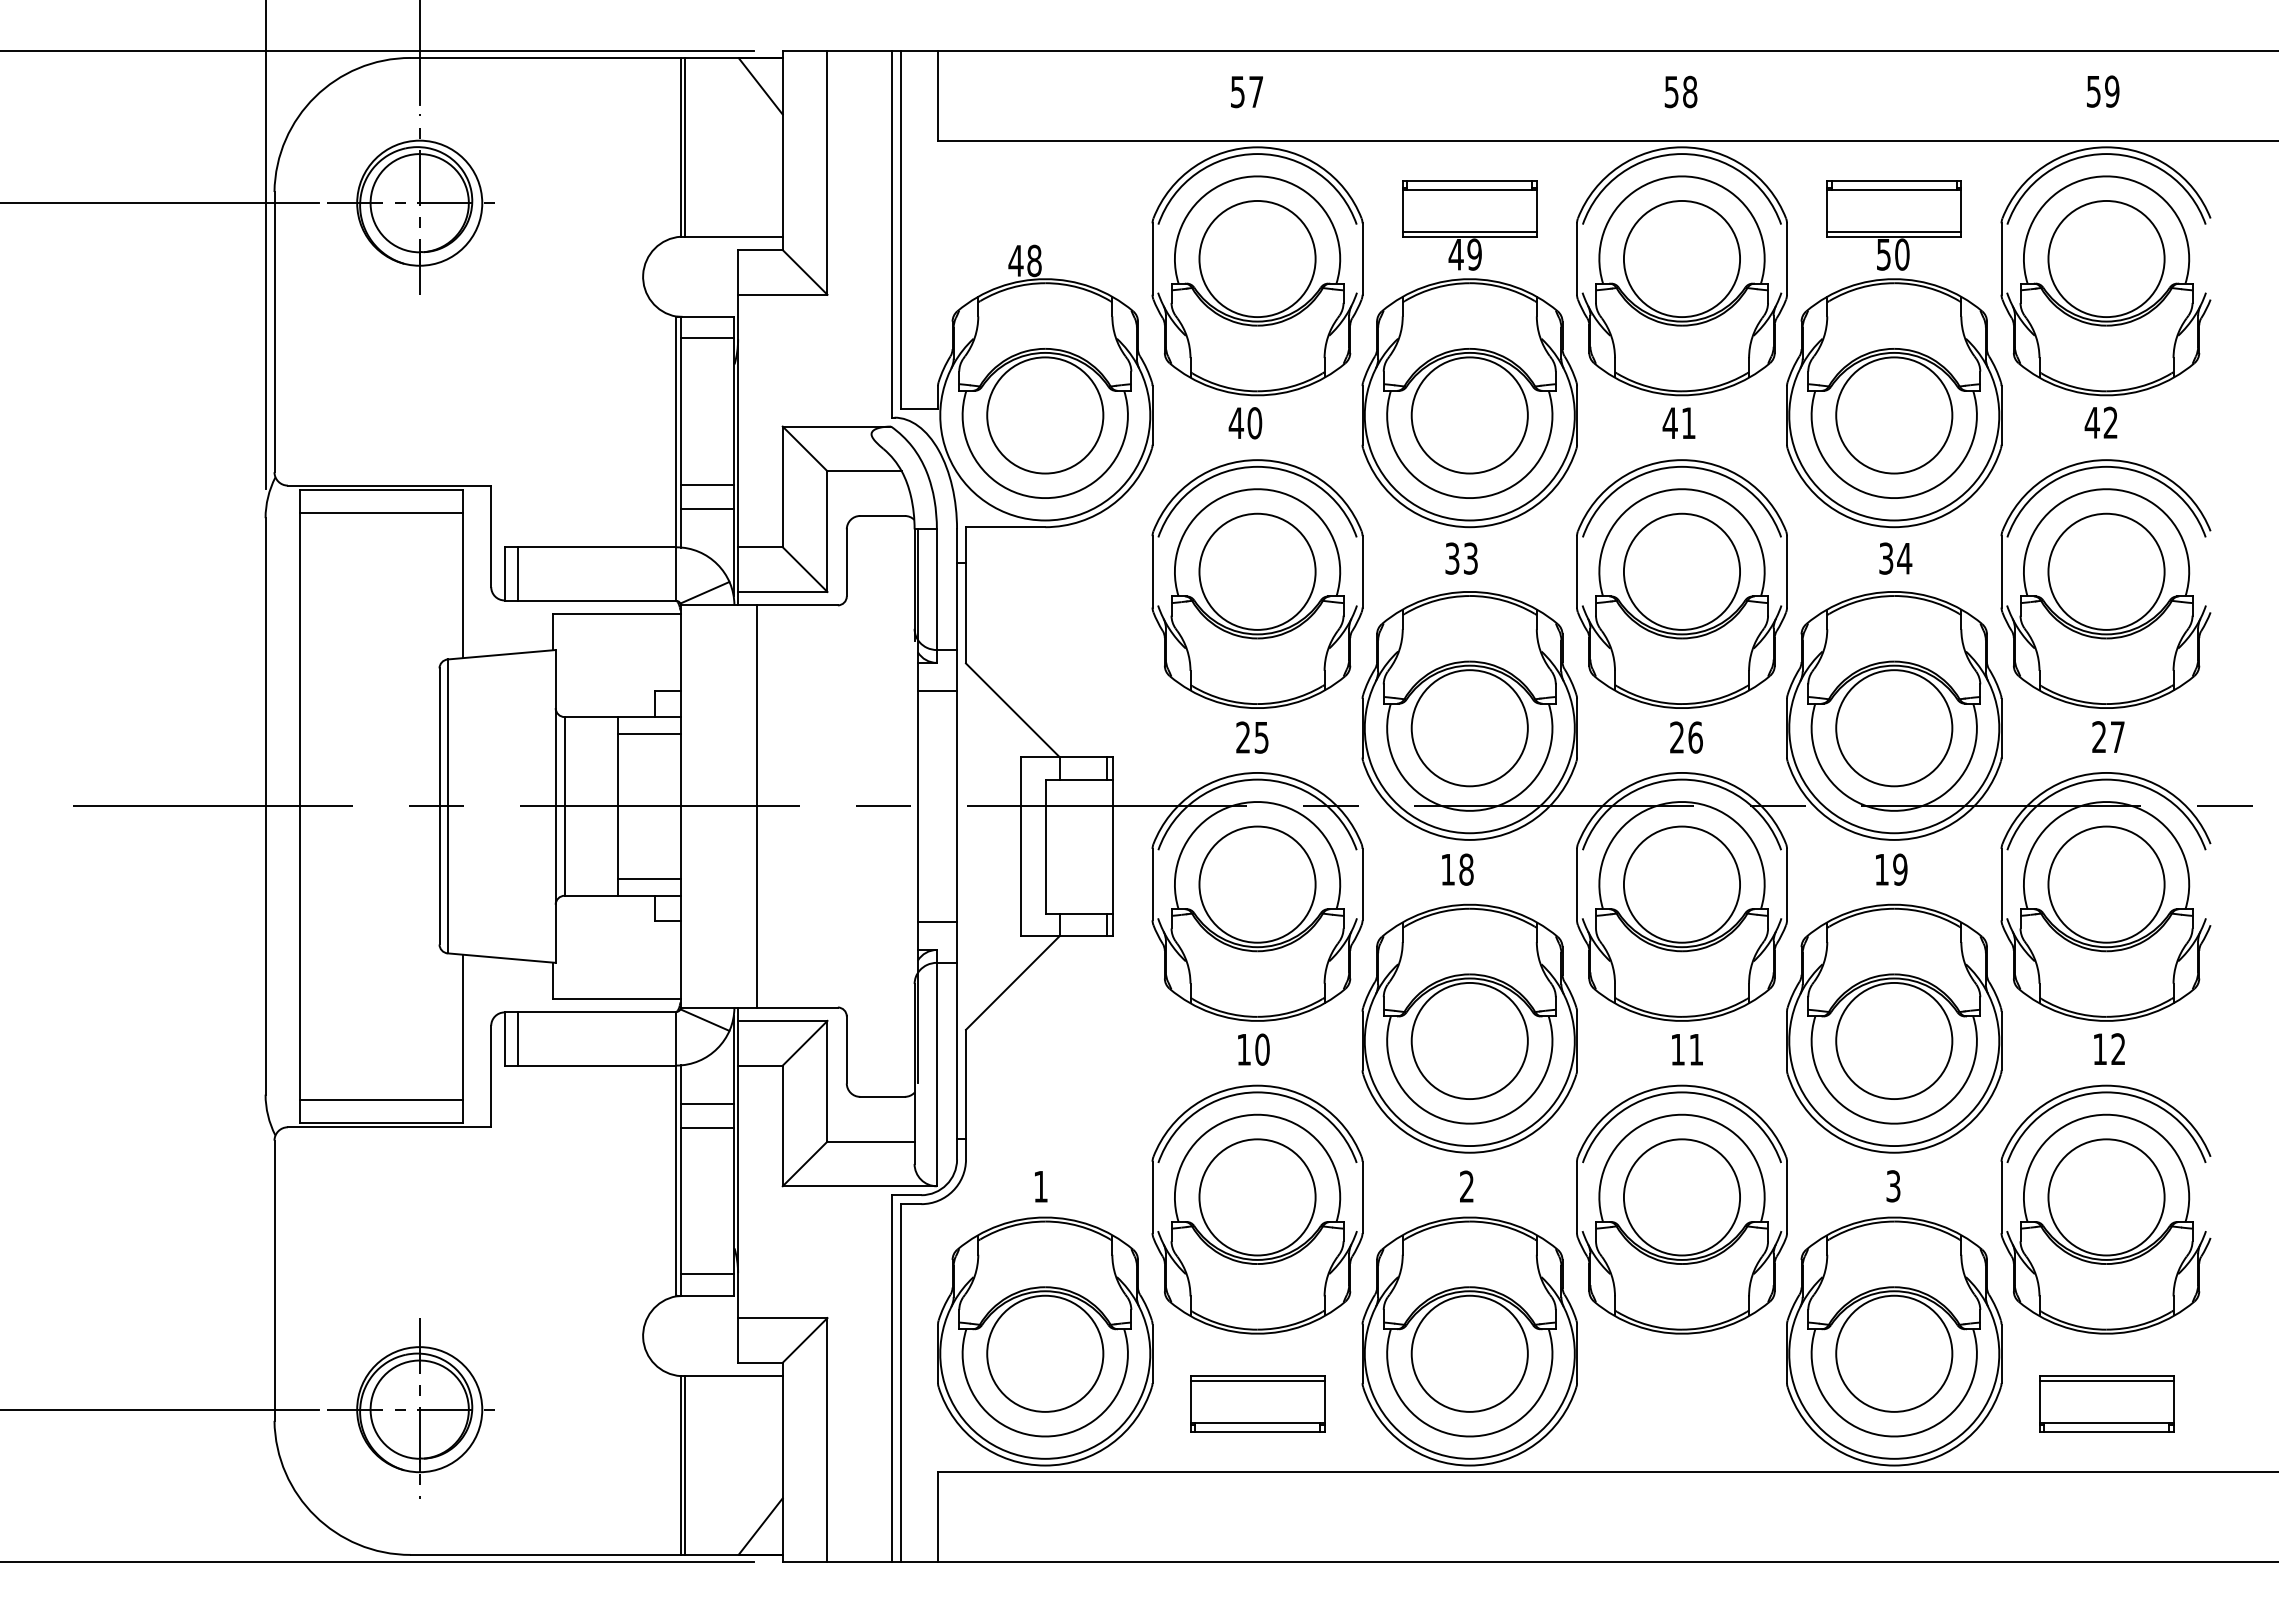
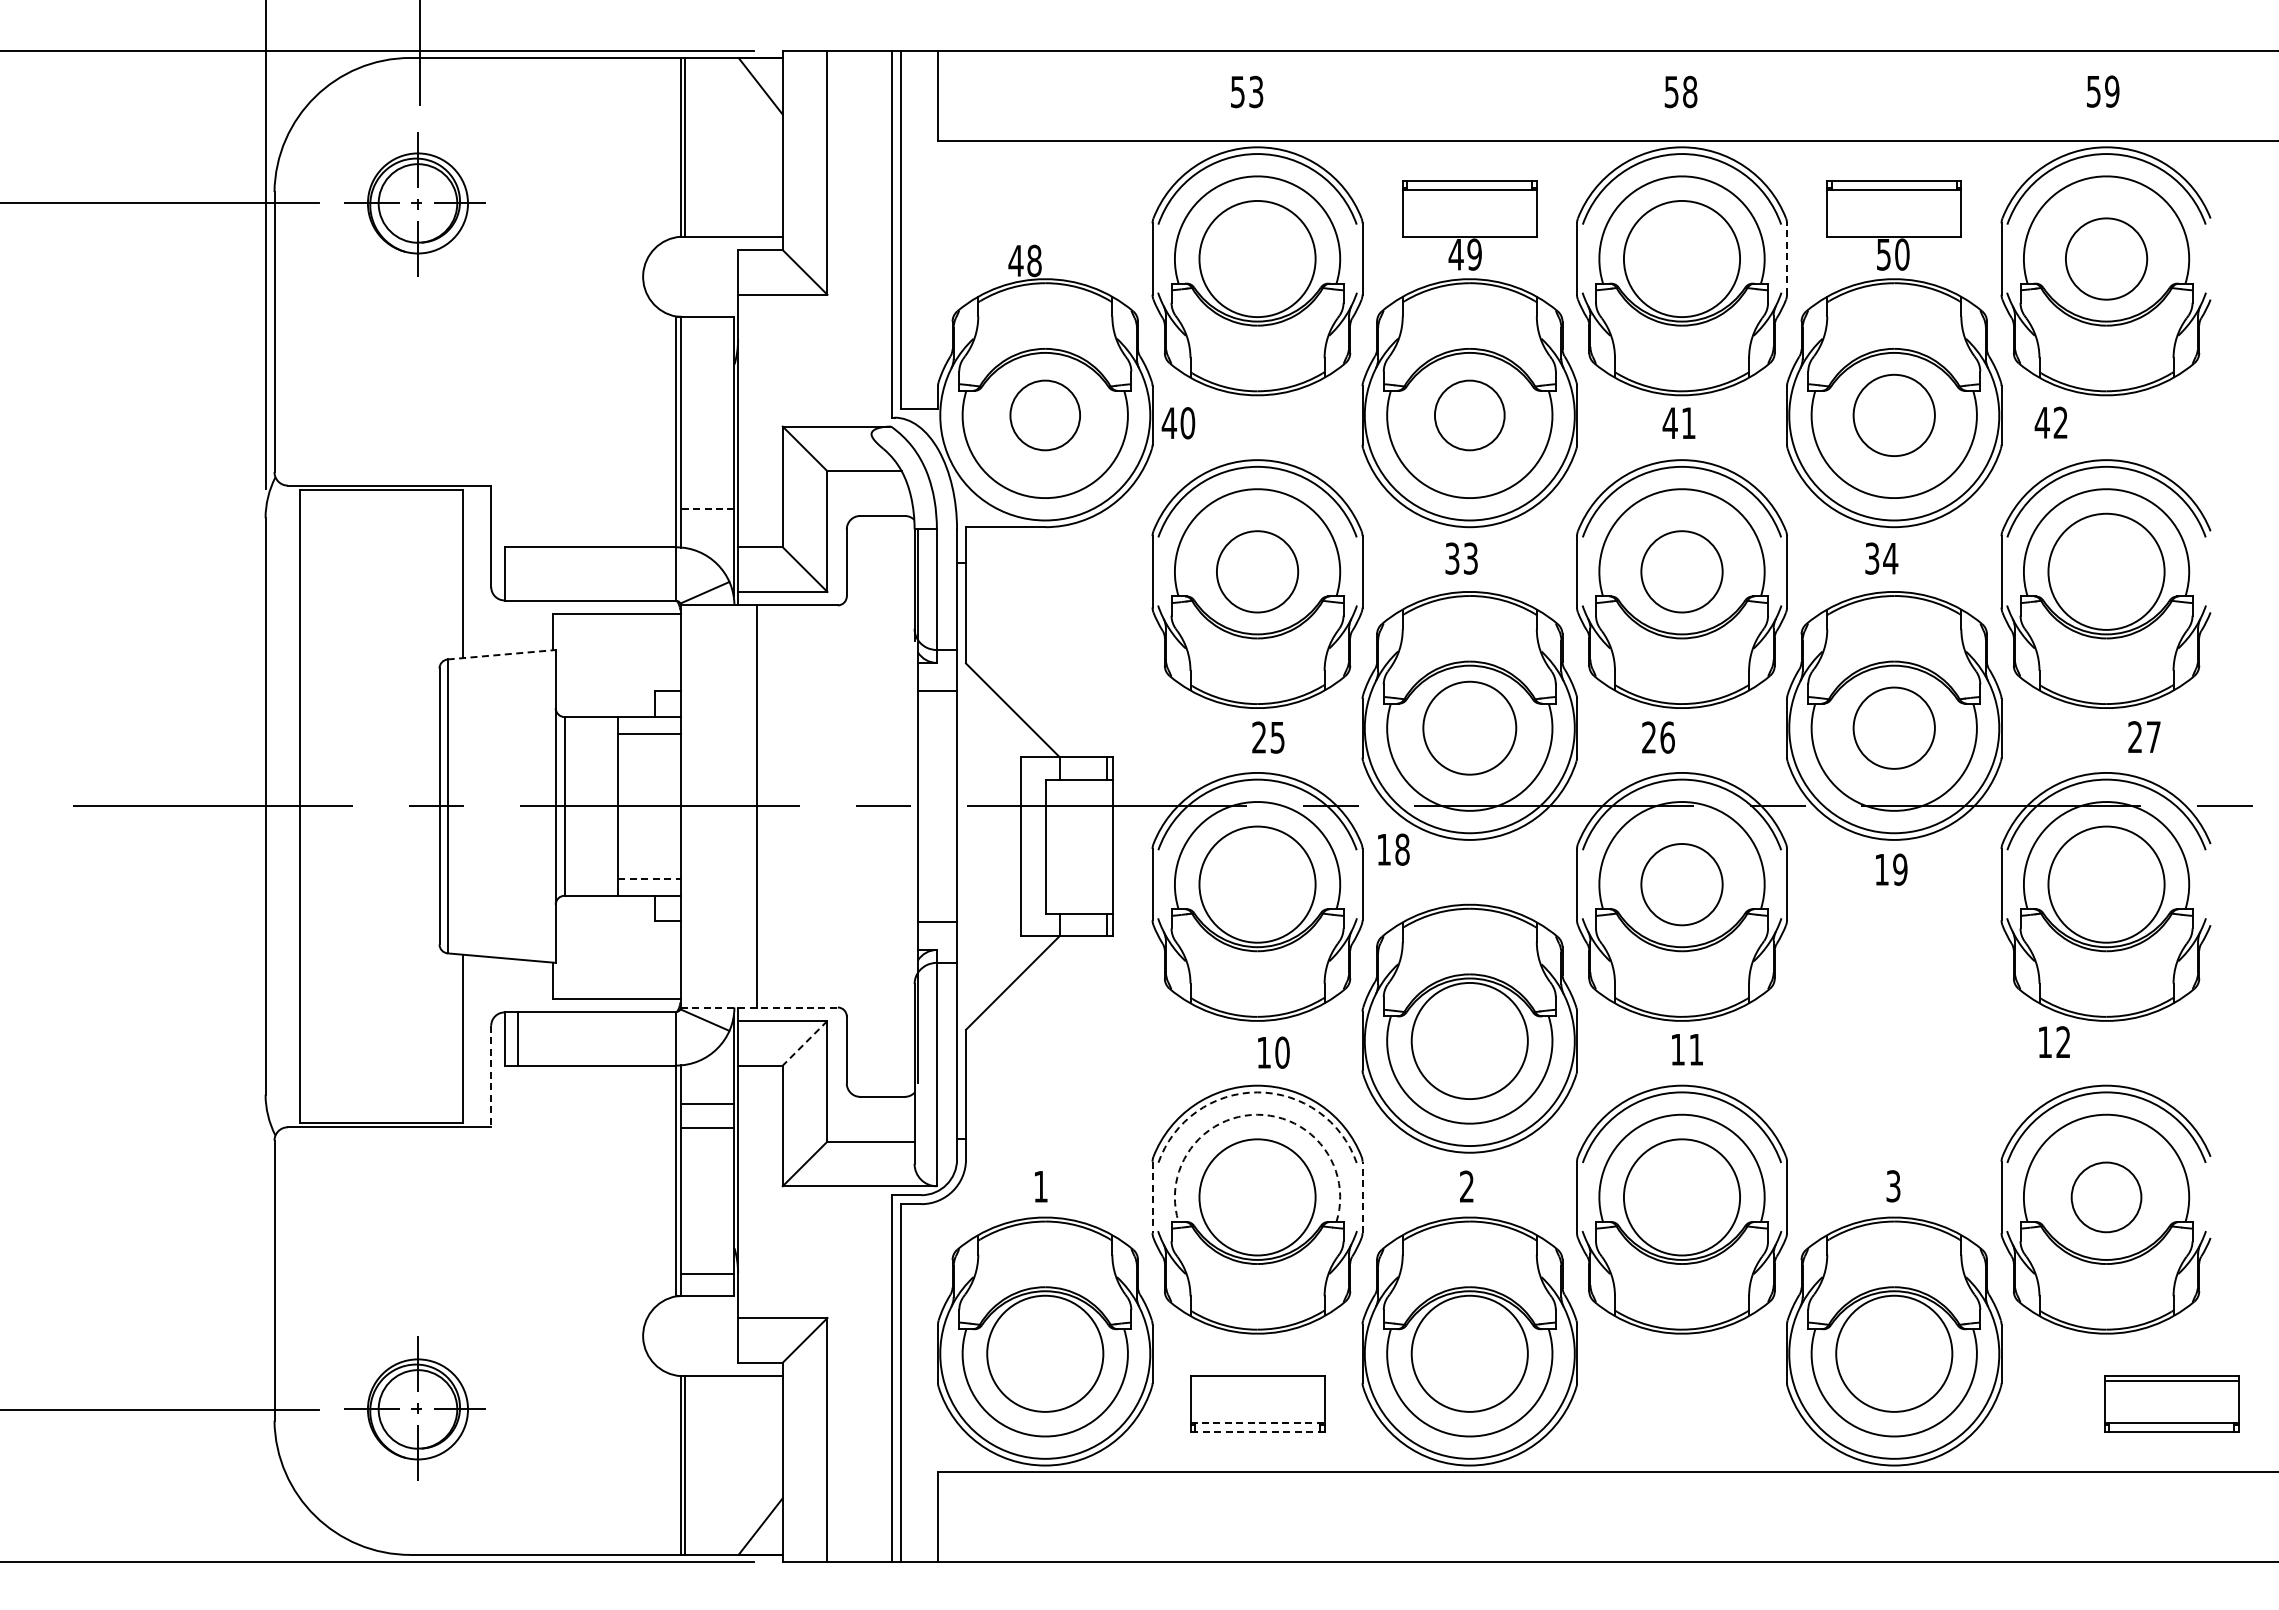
text at (1256, 91): 57 -> 53
part at (410, 204) size: 168x181 px -> 141x145 px
line at (1469, 232): present -> none
line at (1894, 232): present -> none
circle at (2106, 258) diameter: 116 px -> 81 px
line at (1787, 259): solid -> dashed
line at (707, 338): present -> none
circle at (1045, 415) diameter: 116 px -> 70 px
circle at (1469, 415) diameter: 116 px -> 70 px
circle at (1894, 415) diameter: 116 px -> 81 px
text at (2100, 422) position: (2100, 422) -> (2050, 422)
text at (1245, 423) position: (1245, 423) -> (1178, 423)
line at (707, 485): present -> none
line at (707, 508): solid -> dashed
line at (381, 512): present -> none
text at (1895, 558) position: (1895, 558) -> (1881, 558)
circle at (1257, 571) diameter: 116 px -> 81 px
circle at (1681, 571) diameter: 116 px -> 81 px
line at (518, 573): present -> none
line at (502, 654): solid -> dashed
circle at (1469, 728) diameter: 116 px -> 93 px
circle at (1894, 728) diameter: 116 px -> 81 px
text at (2108, 736) position: (2108, 736) -> (2144, 736)
text at (1252, 737) position: (1252, 737) -> (1268, 737)
text at (1686, 737) position: (1686, 737) -> (1658, 737)
text at (1457, 869) position: (1457, 869) -> (1393, 849)
line at (650, 878): solid -> dashed
circle at (1681, 884) diameter: 116 px -> 81 px
line at (759, 1007): solid -> dashed
part at (1894, 1028): present -> none
line at (805, 1043): solid -> dashed
text at (2109, 1048) position: (2109, 1048) -> (2054, 1041)
text at (1253, 1049) position: (1253, 1049) -> (1273, 1052)
line at (491, 1076): solid -> dashed
arc at (1257, 1092): solid -> dashed
line at (381, 1100): present -> none
arc at (1257, 1114): solid -> dashed
line at (1152, 1197): solid -> dashed
line at (1362, 1197): solid -> dashed
circle at (2106, 1197) diameter: 116 px -> 70 px
line at (1257, 1380): present -> none
part at (2106, 1403) position: (2106, 1403) -> (2171, 1403)
part at (410, 1408) size: 168x181 px -> 141x145 px
line at (1258, 1423): solid -> dashed
line at (1257, 1432): solid -> dashed
